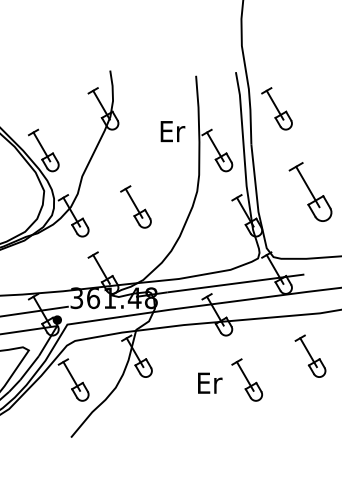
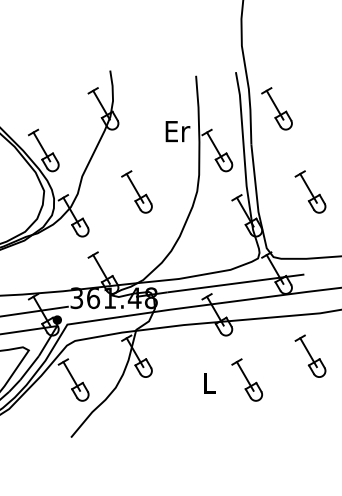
text at (172, 131) position: (172, 131) -> (177, 131)
part at (310, 191) size: 45x60 px -> 33x44 px
part at (135, 206) position: (135, 206) -> (136, 191)
text at (210, 382): Er -> L
